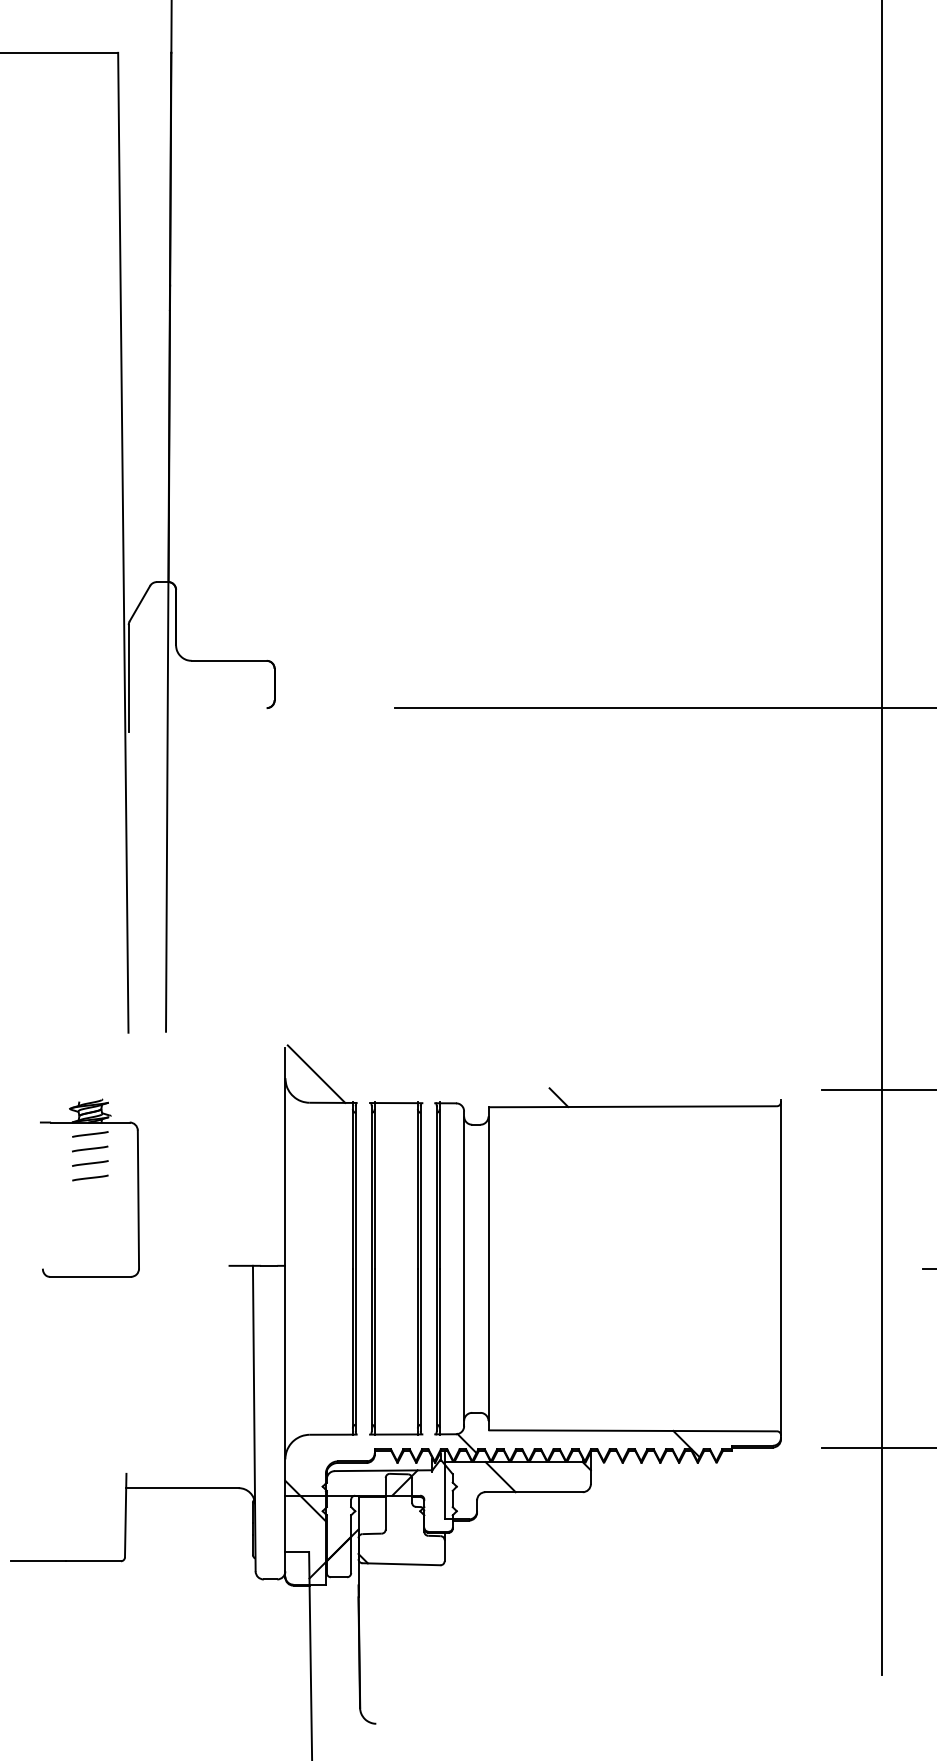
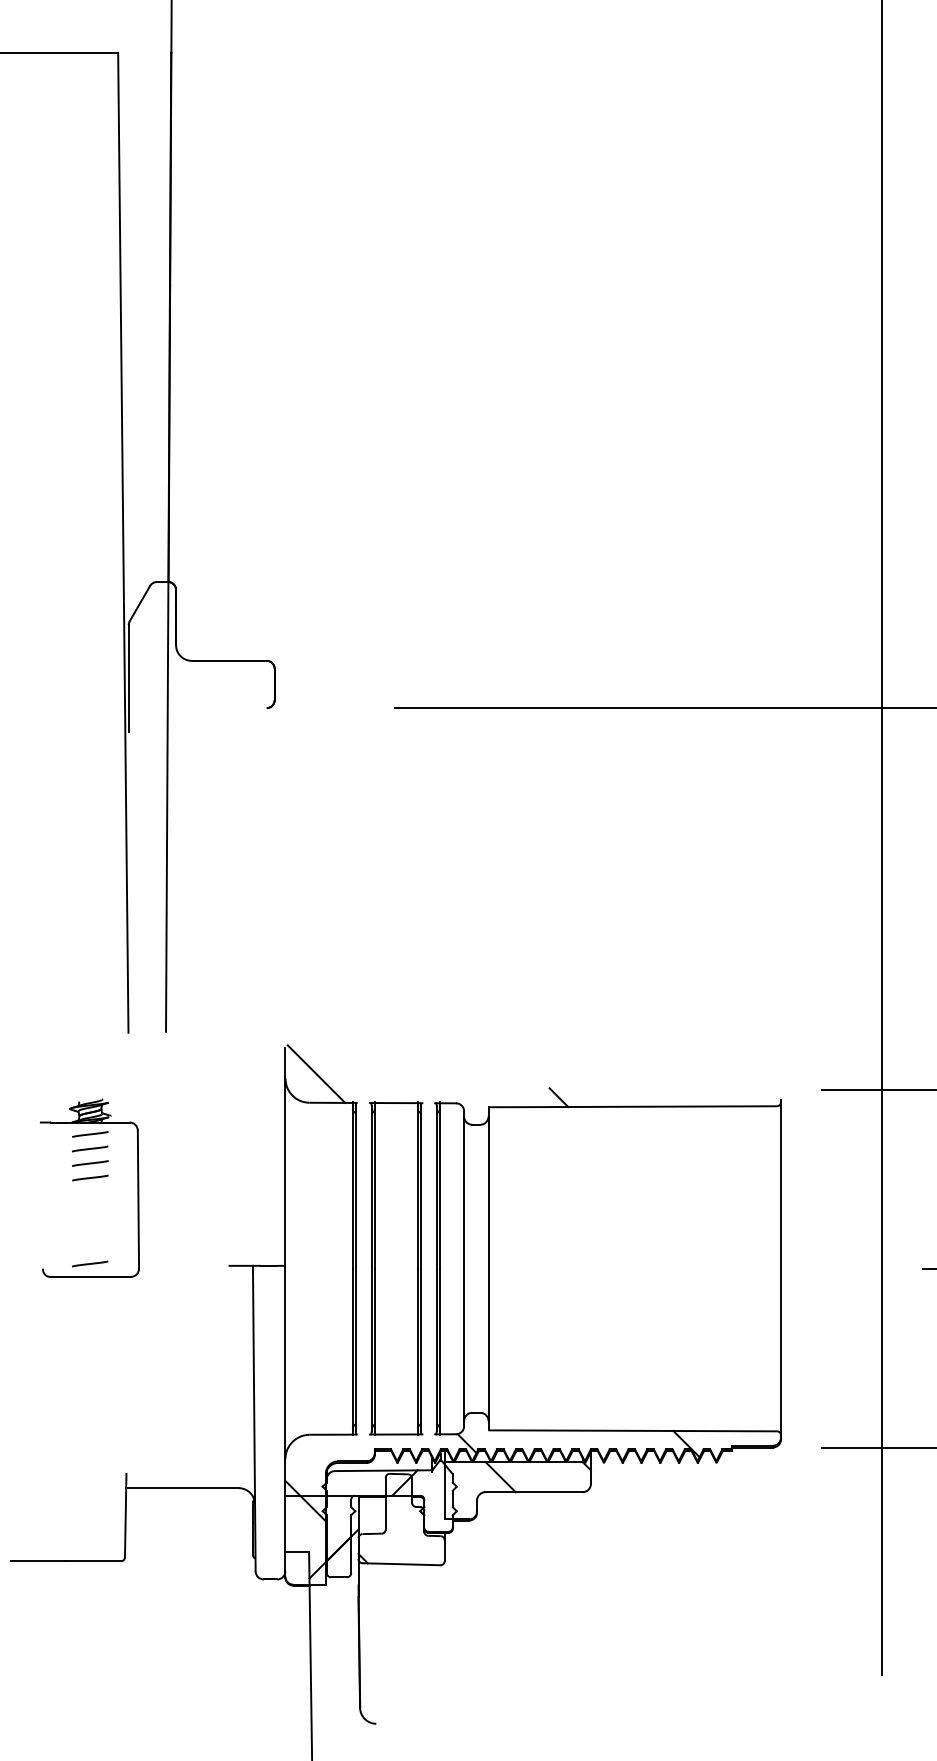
line at (90, 1263): none -> present
